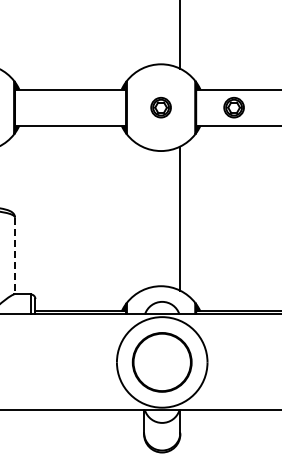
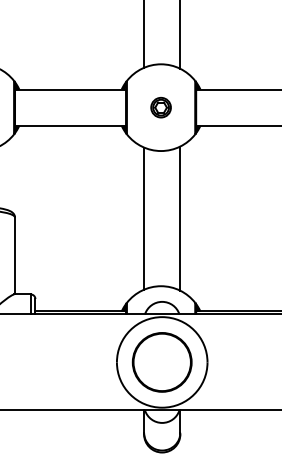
line at (144, 34): none -> present
part at (233, 107): present -> none
line at (144, 218): none -> present
line at (15, 256): dashed -> solid
